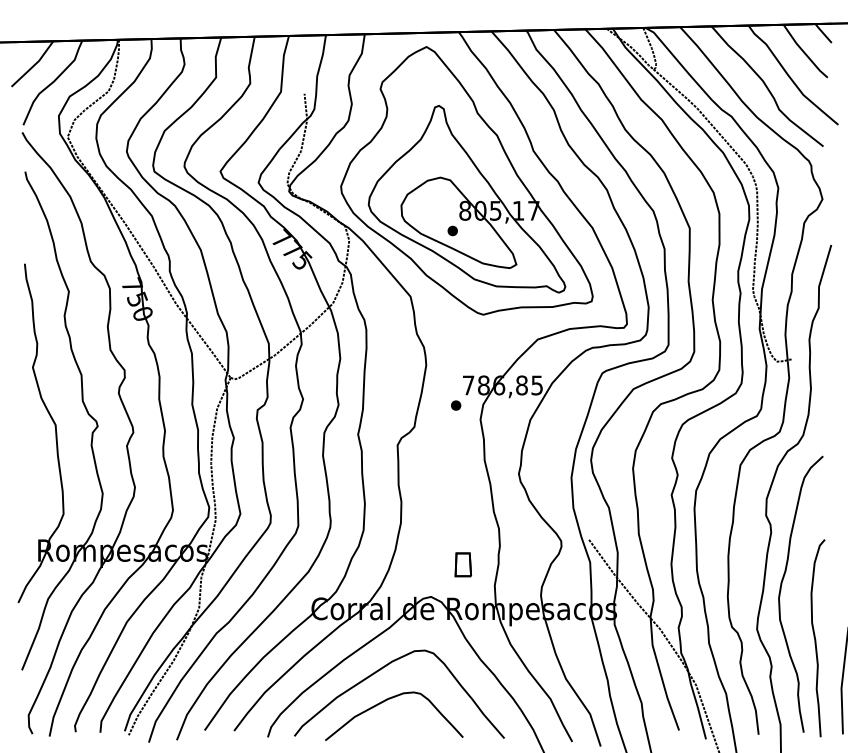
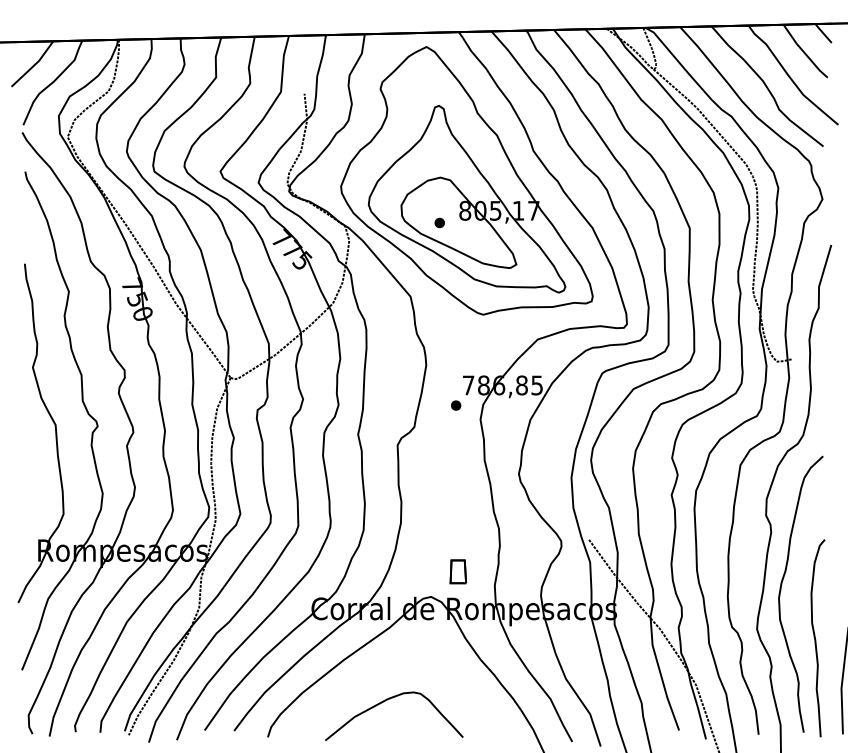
part at (452, 230) position: (452, 230) -> (439, 222)
part at (463, 564) position: (463, 564) -> (458, 571)
part at (385, 667): present -> none
